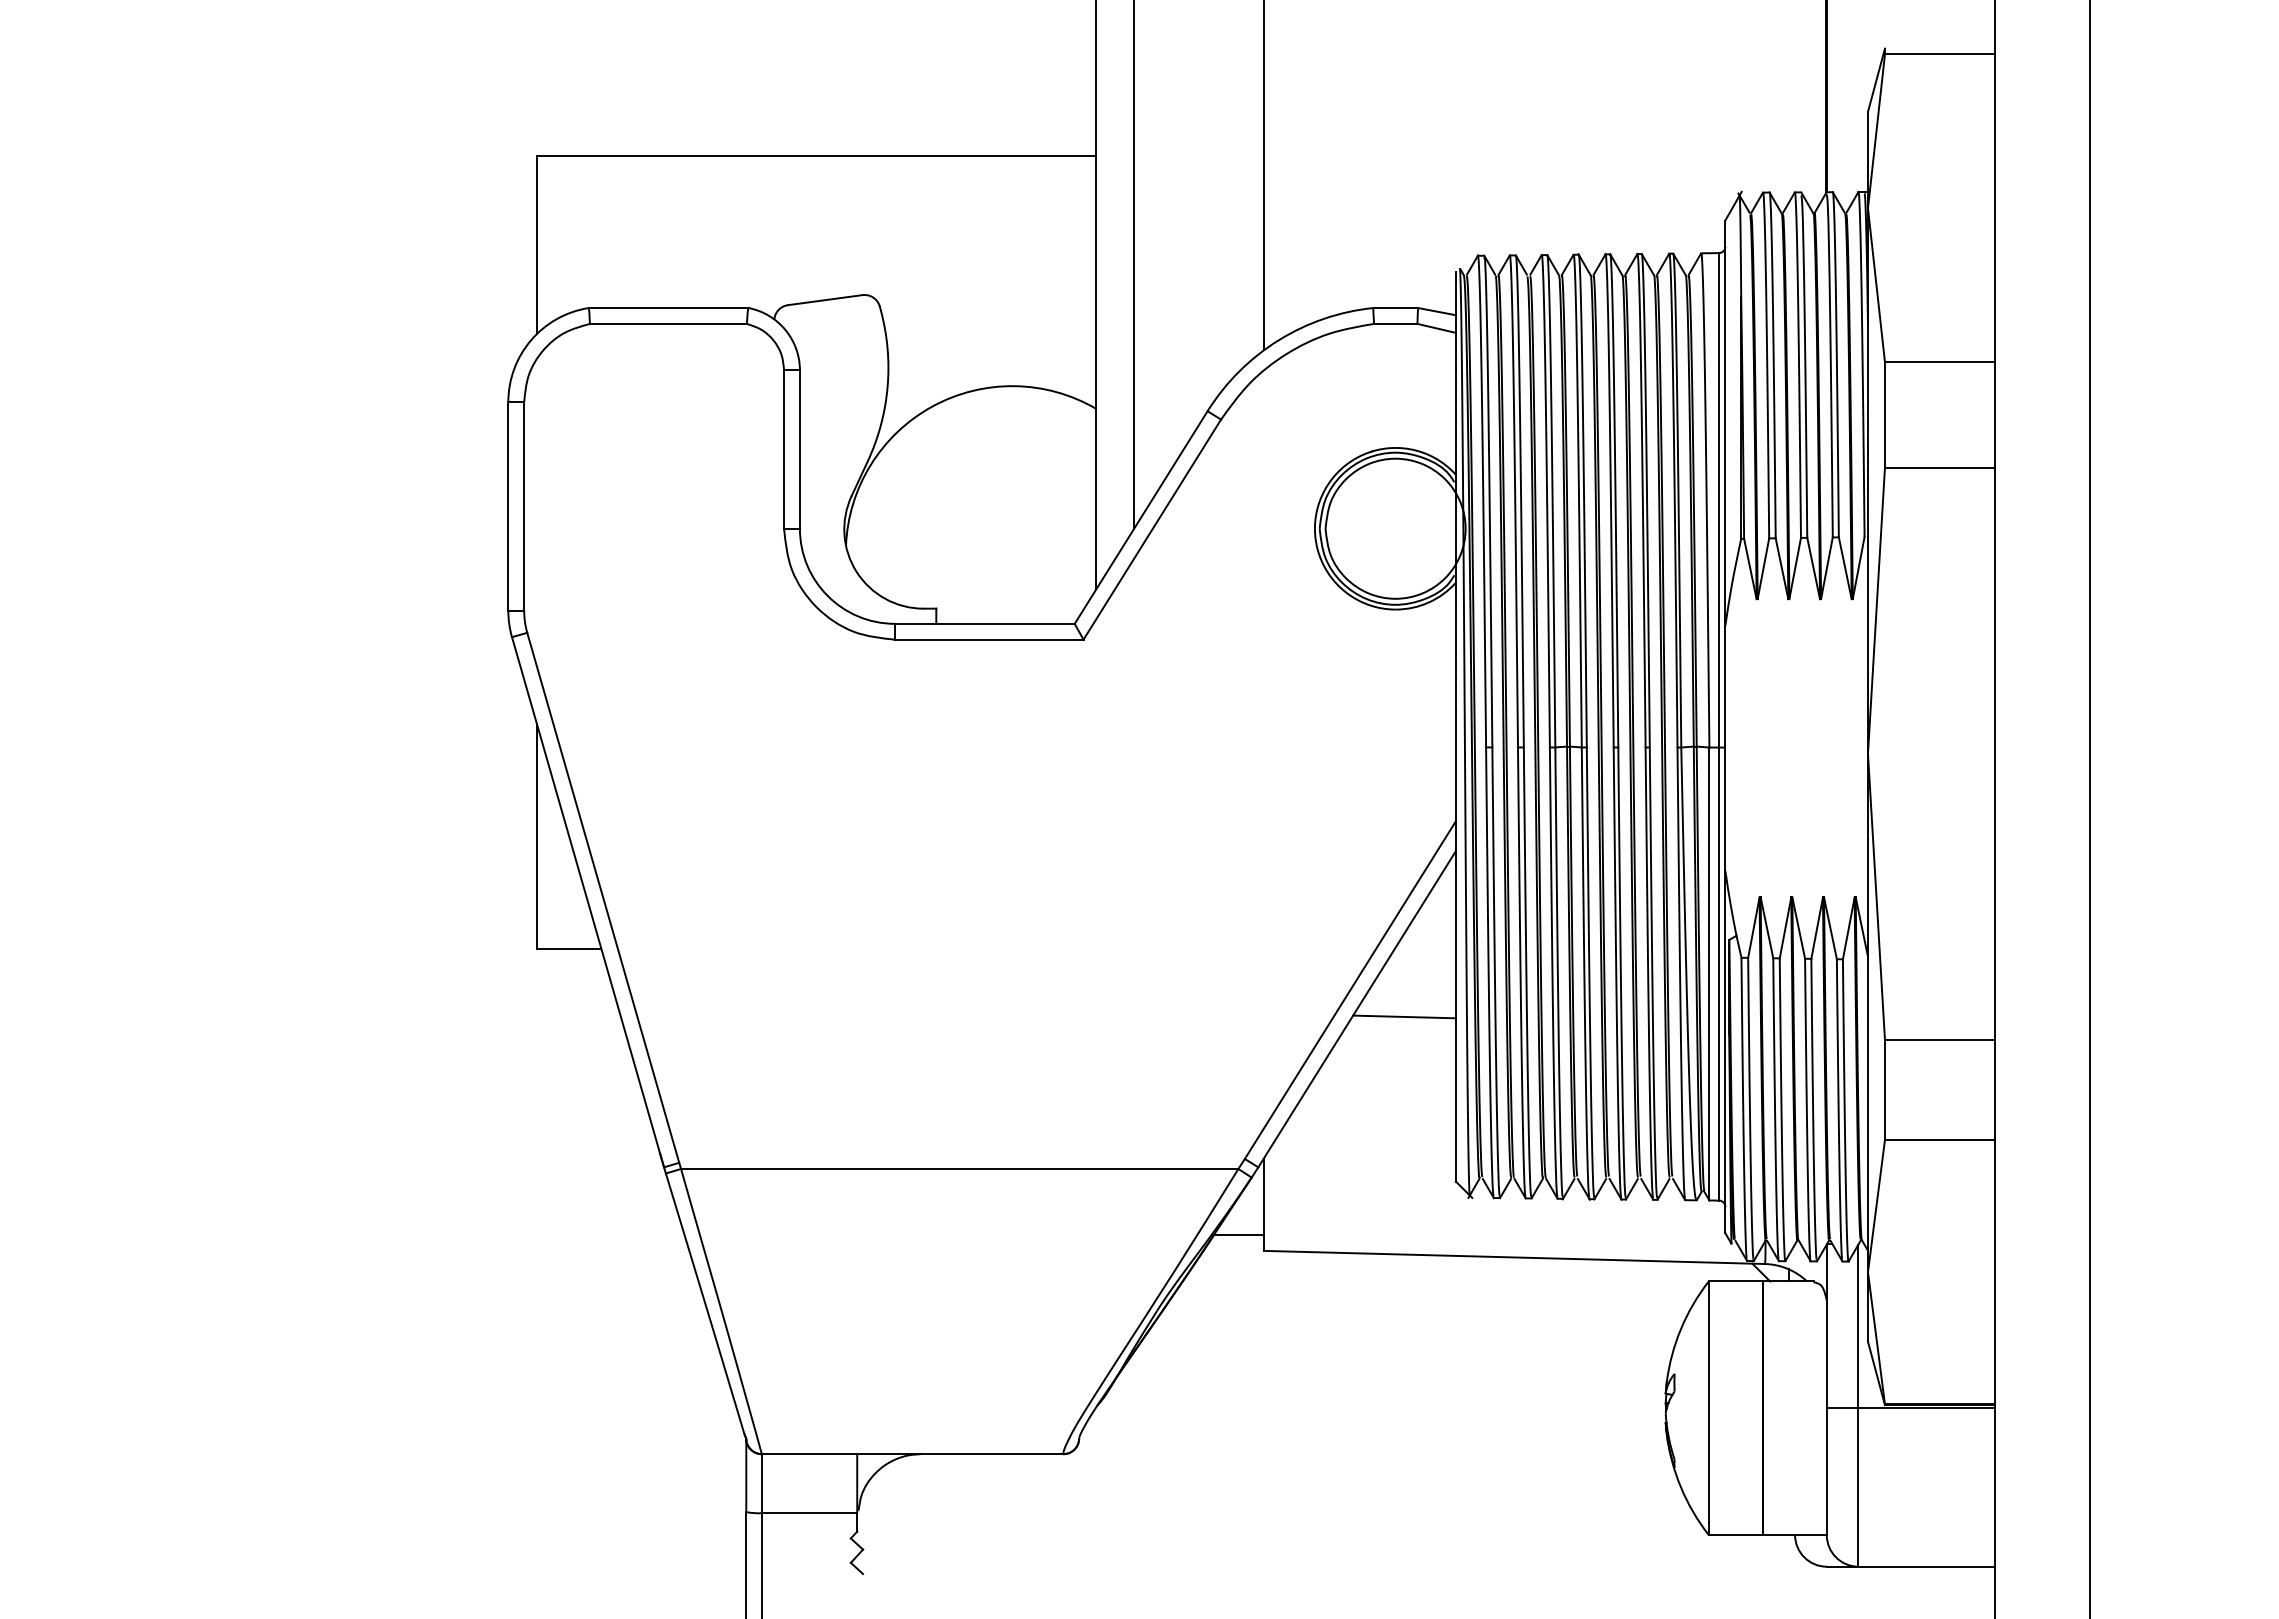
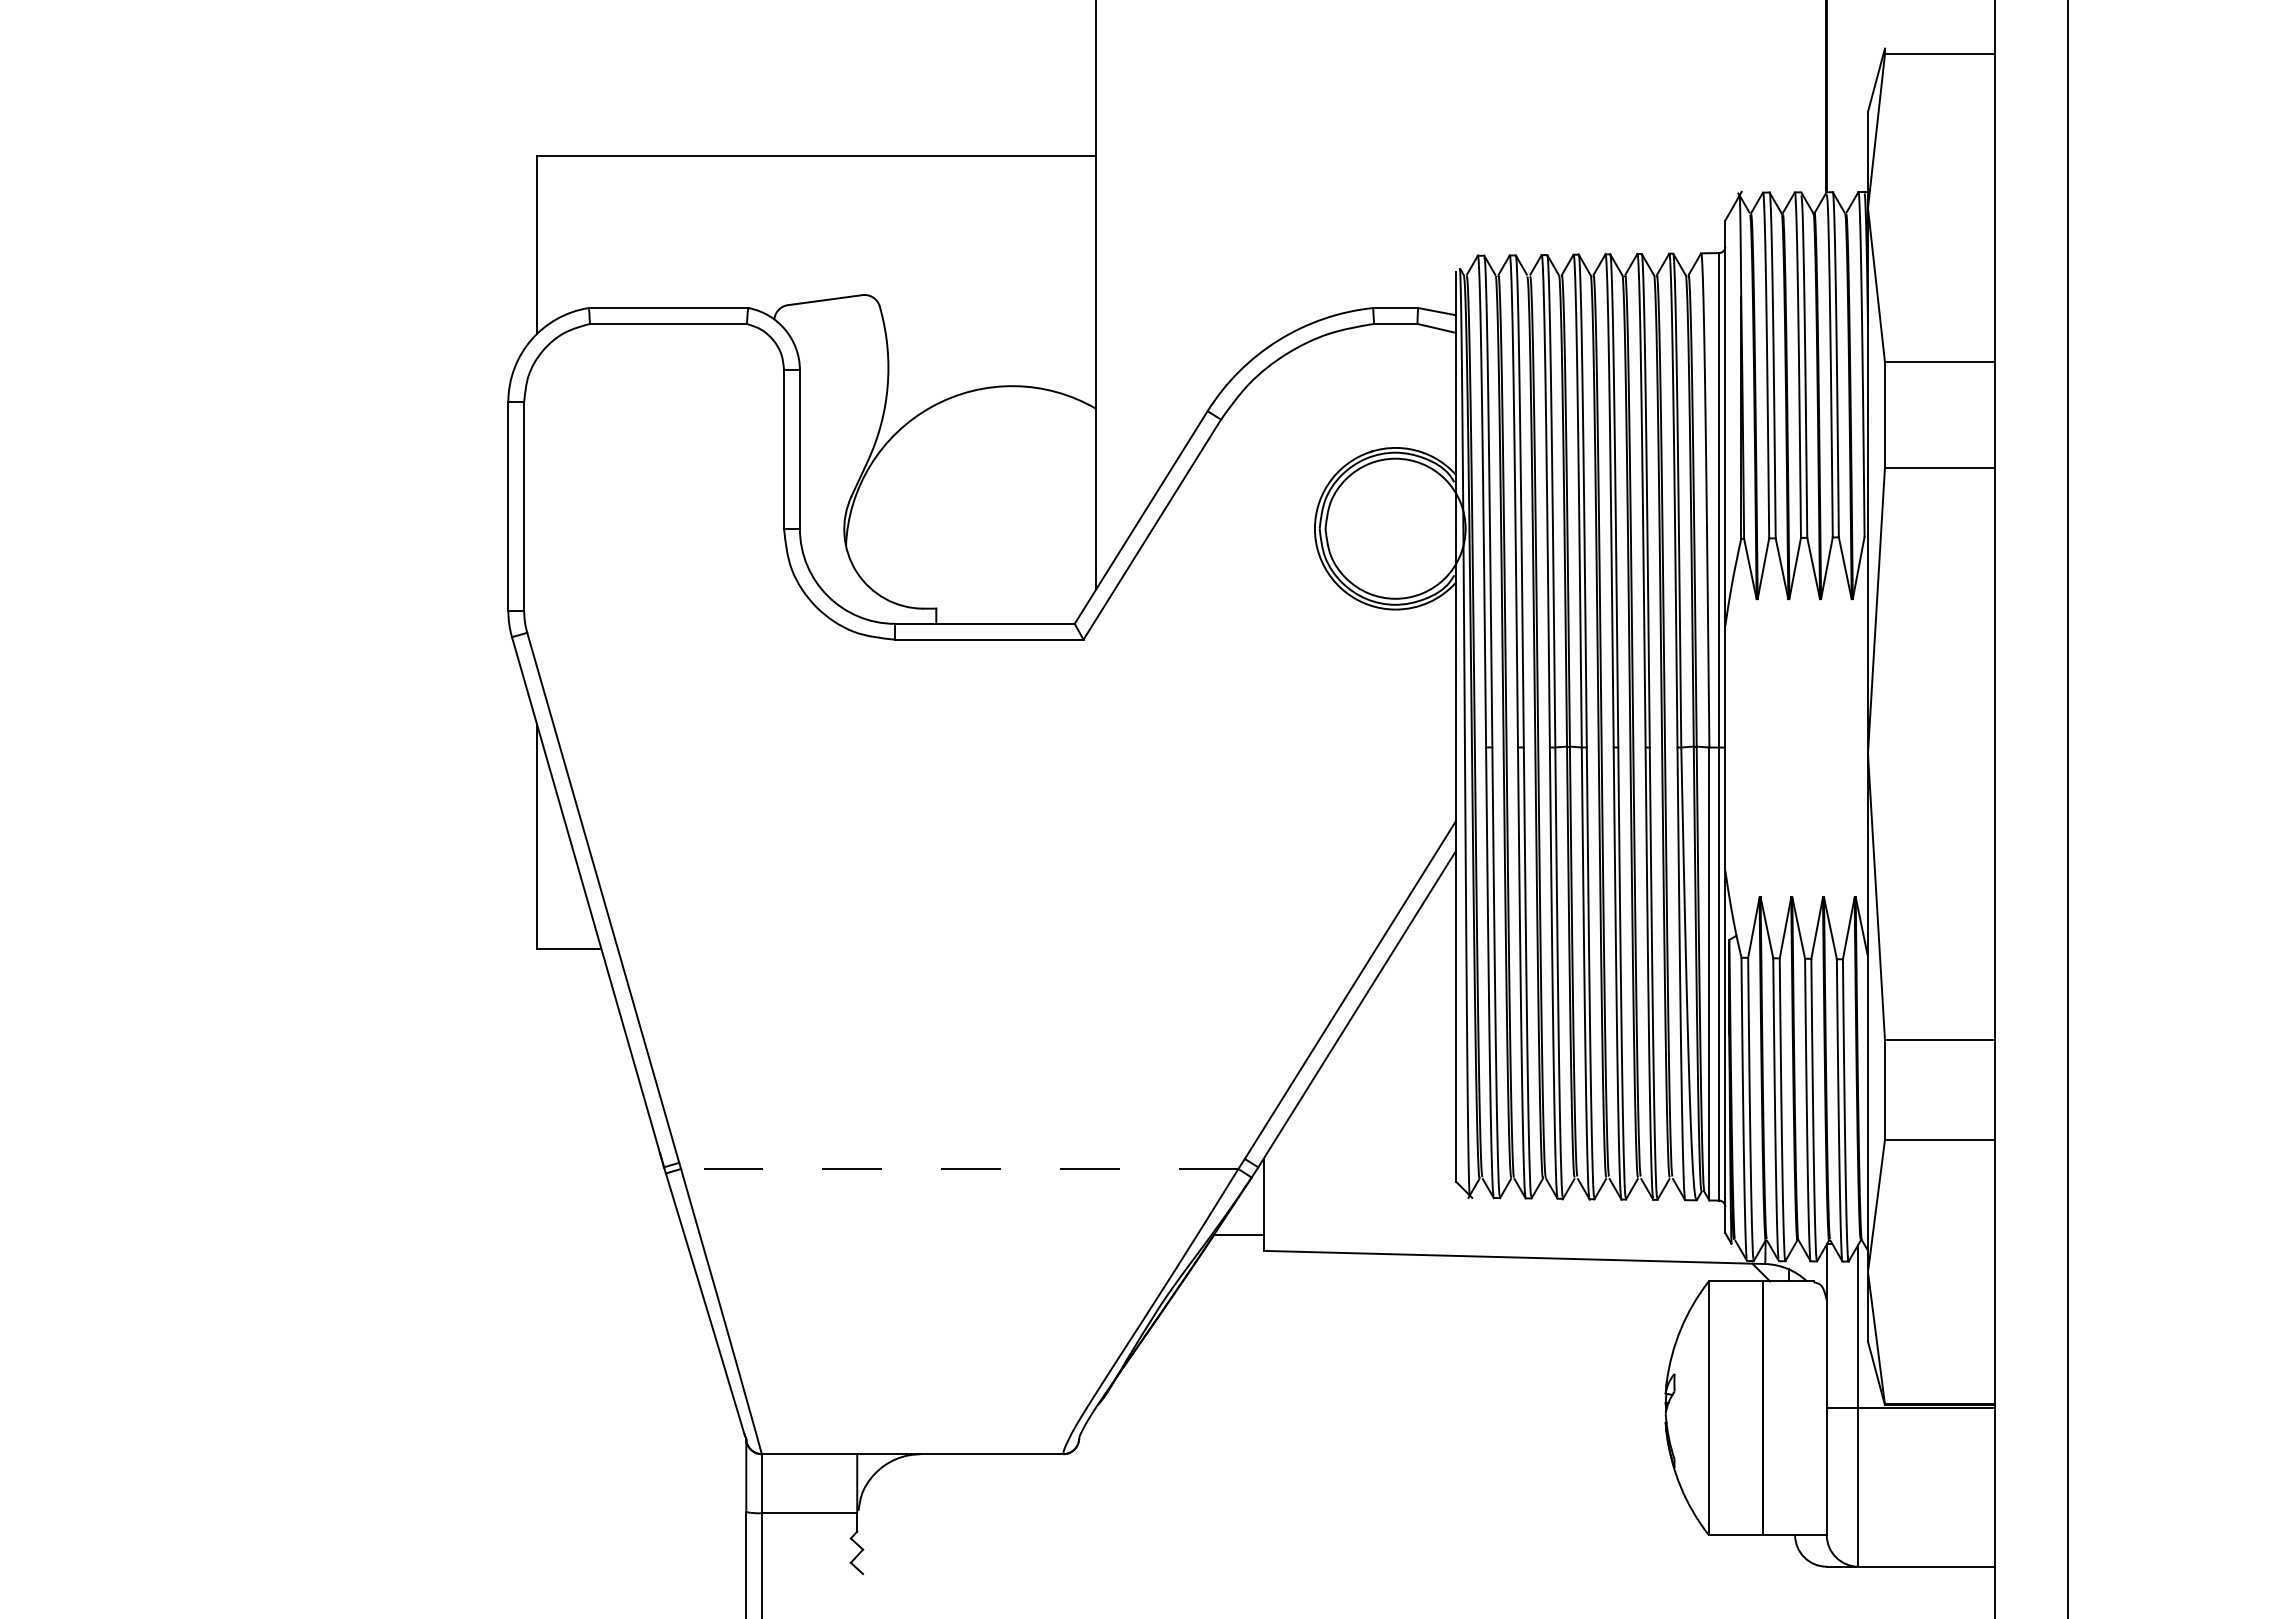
line at (1264, 176): present -> none
line at (1134, 265): present -> none
line at (2089, 808) position: (2089, 808) -> (2067, 808)
line at (1404, 1016): present -> none
line at (959, 1168): solid -> dashed
